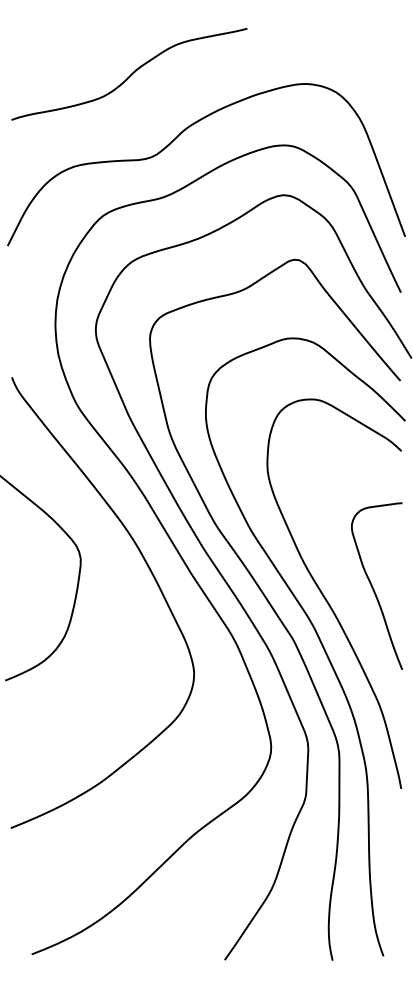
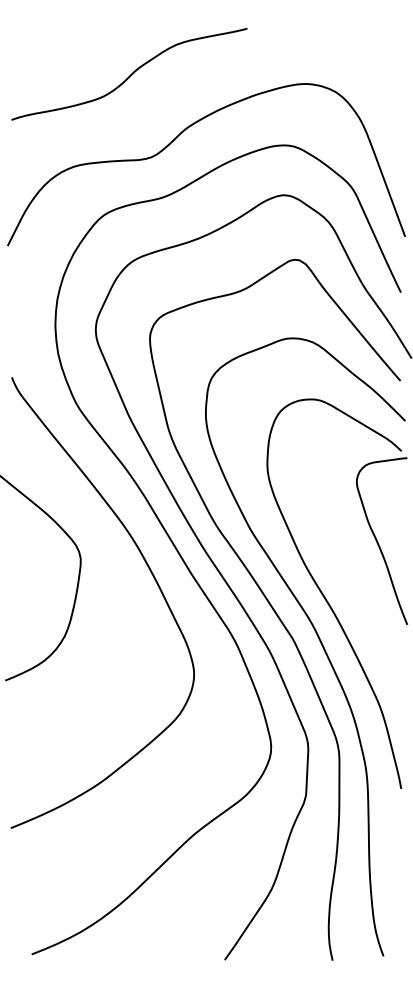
curve at (373, 587) position: (373, 587) -> (378, 542)
